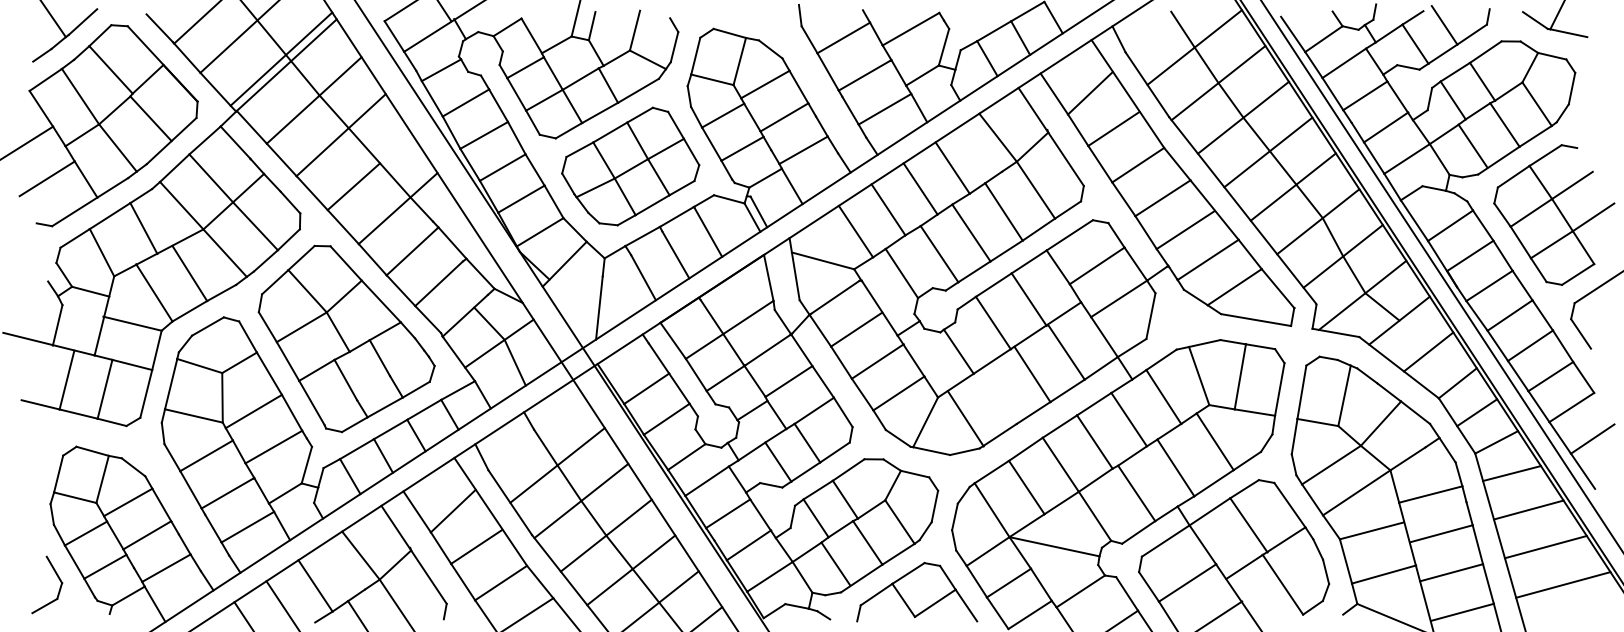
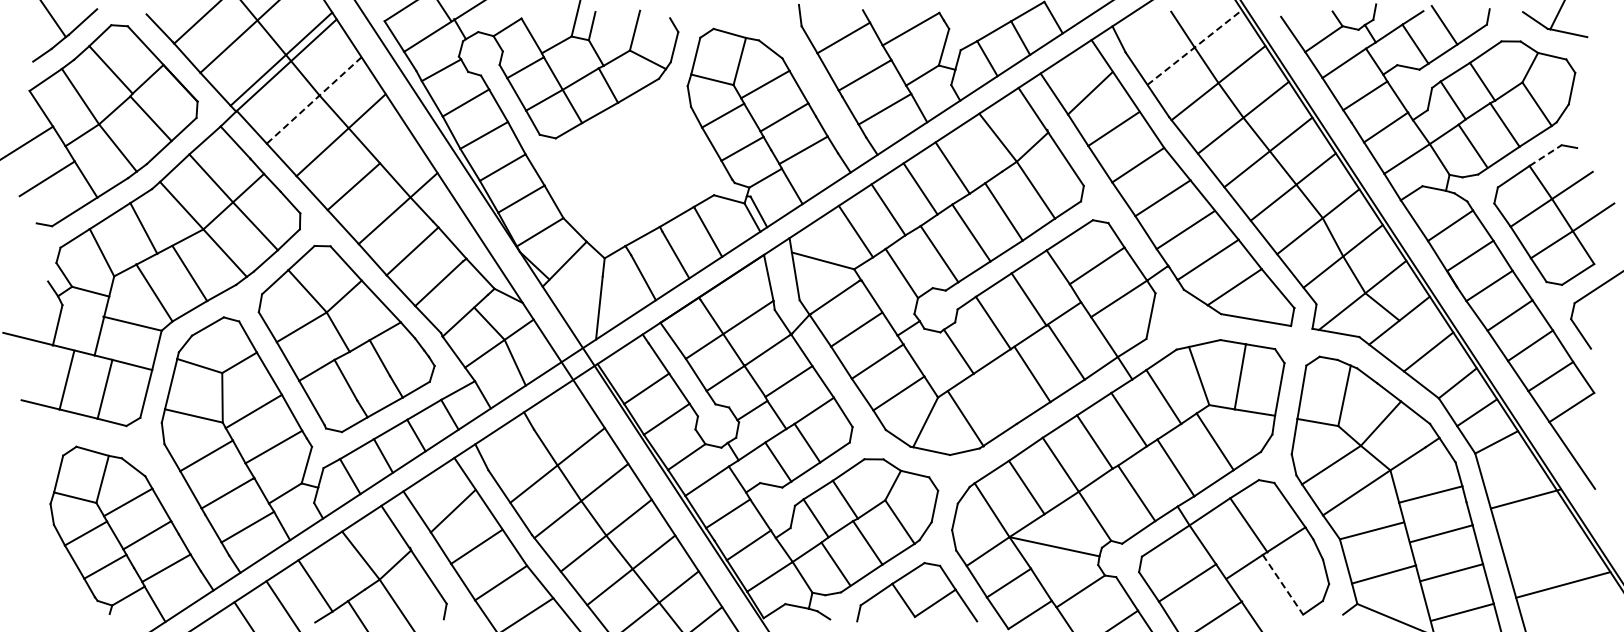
line at (1195, 47): solid -> dashed
line at (313, 100): solid -> dashed
line at (1546, 155): solid -> dashed
part at (630, 166): present -> none
line at (1441, 275): present -> none
line at (1592, 438): present -> none
line at (1511, 473): present -> none
line at (1528, 509) position: (1528, 509) -> (1525, 498)
line at (1545, 546): present -> none
part at (58, 579): present -> none
line at (1283, 585): solid -> dashed
